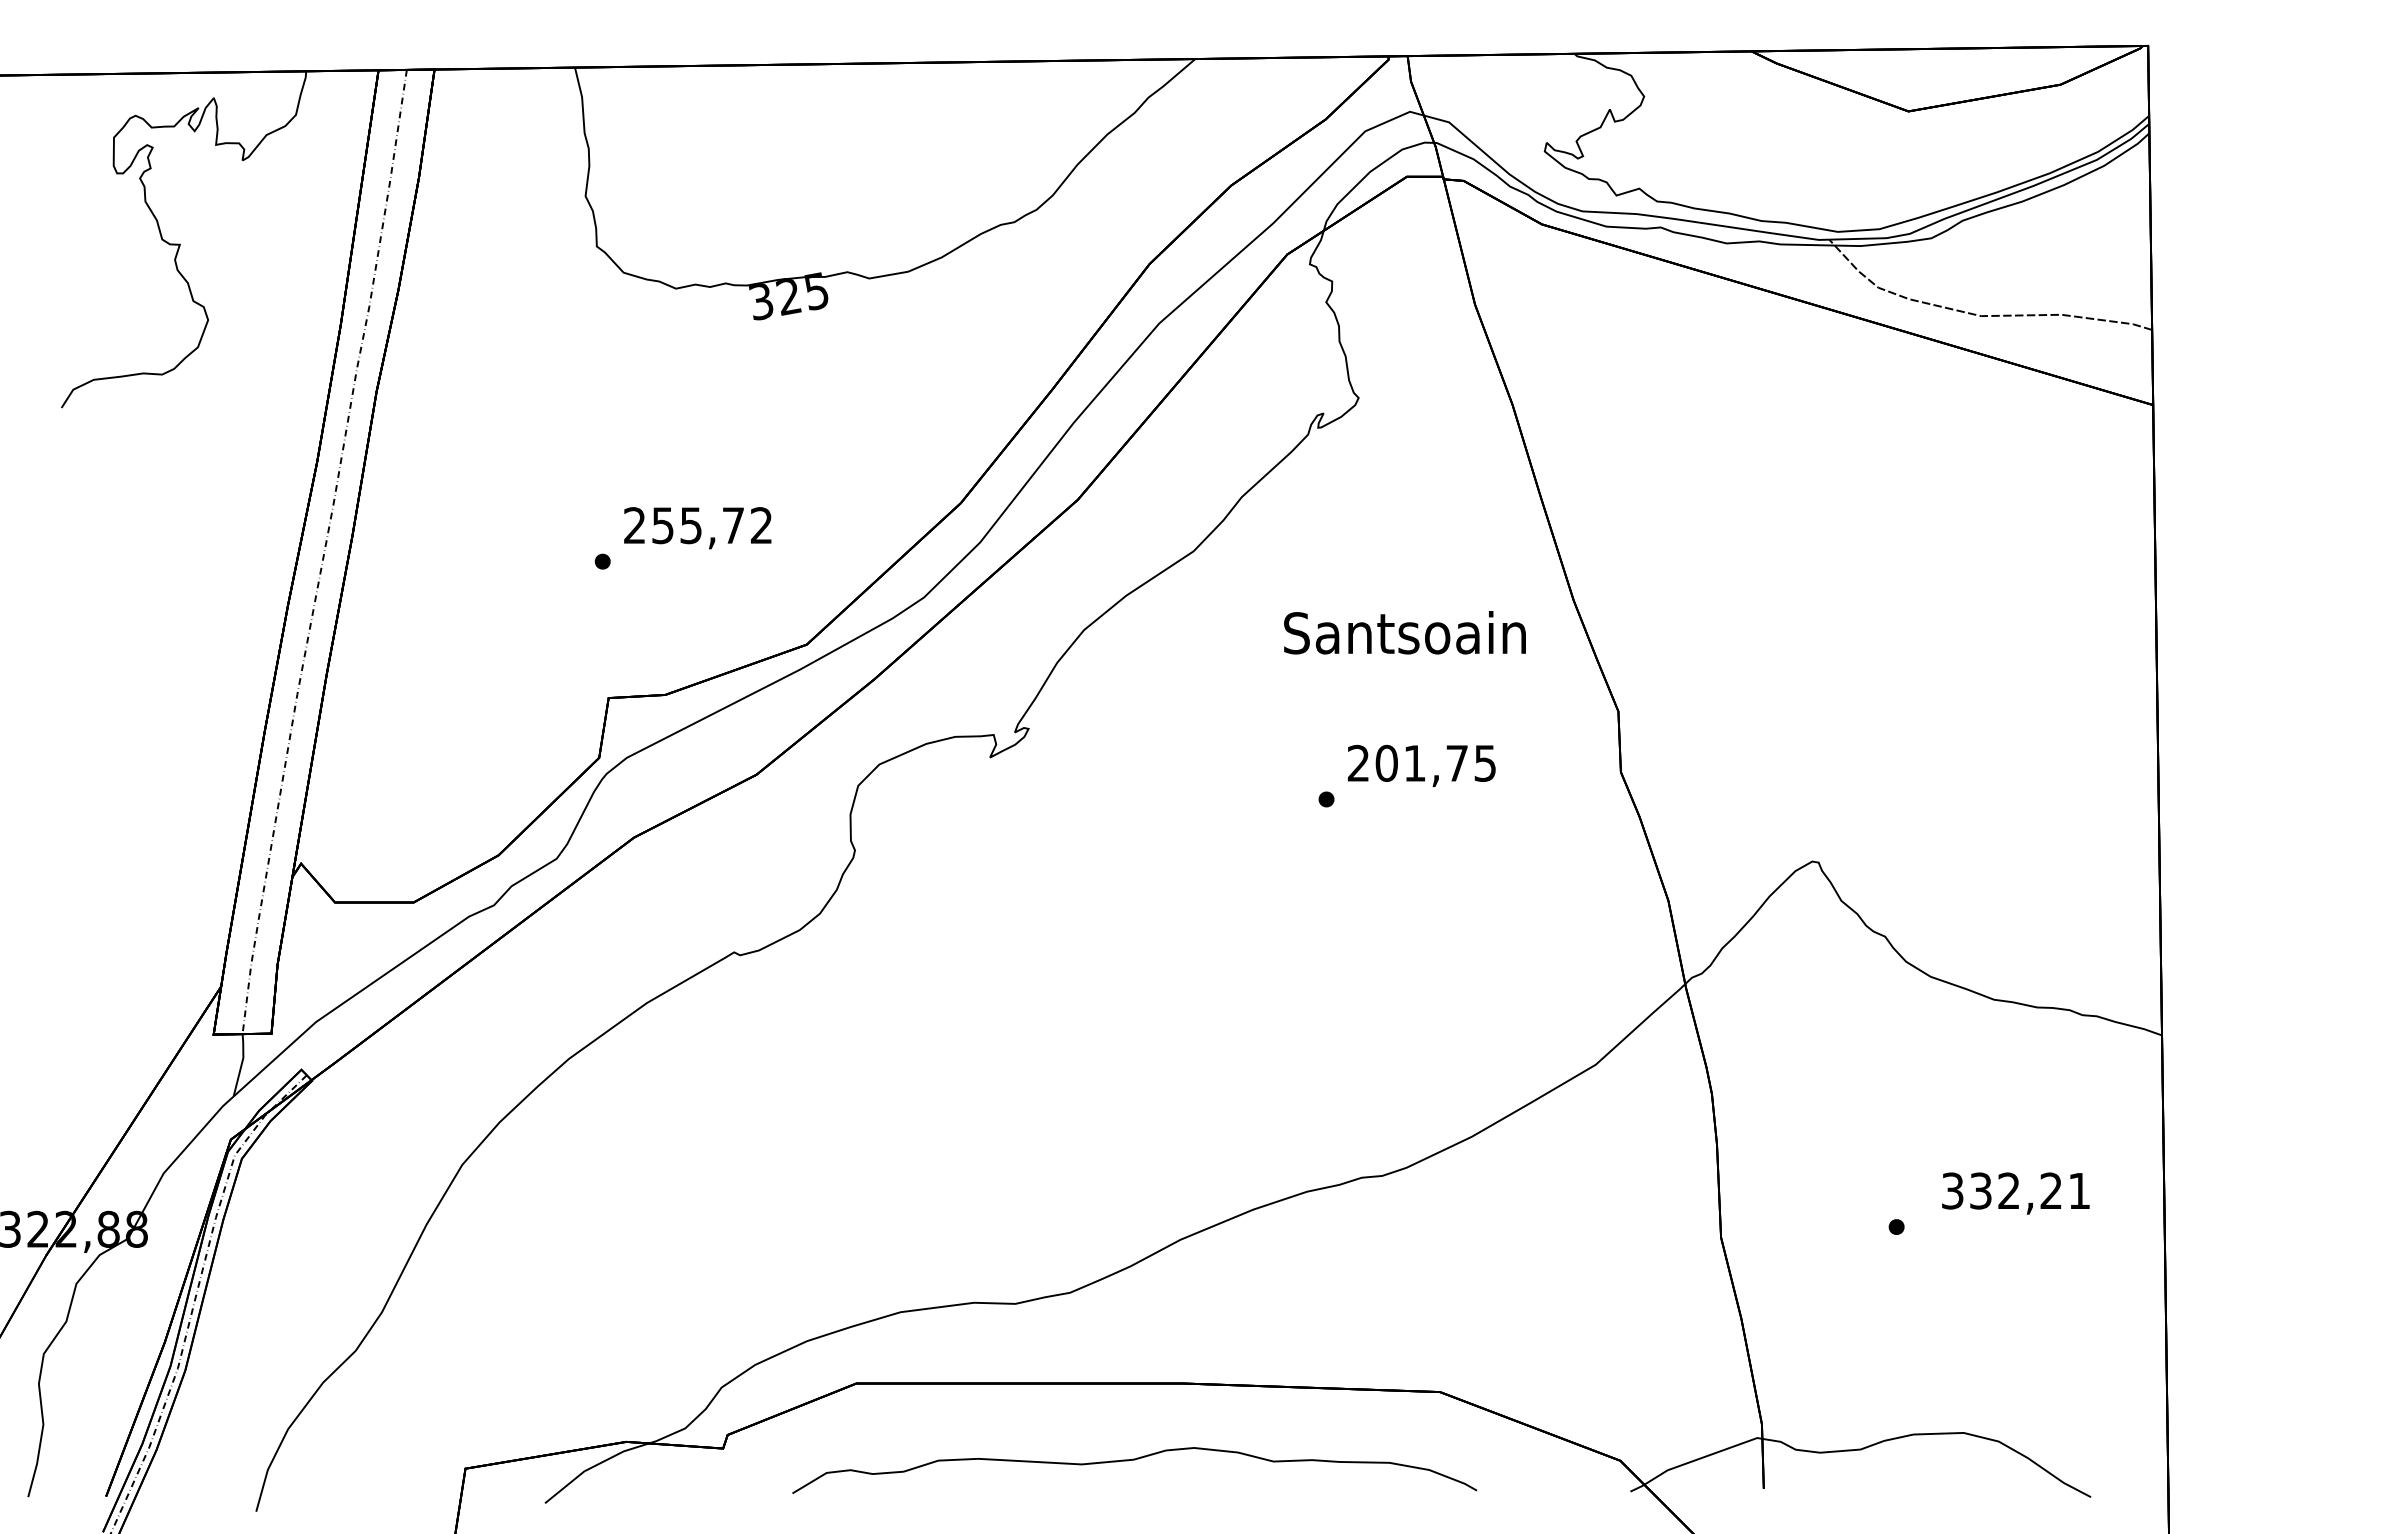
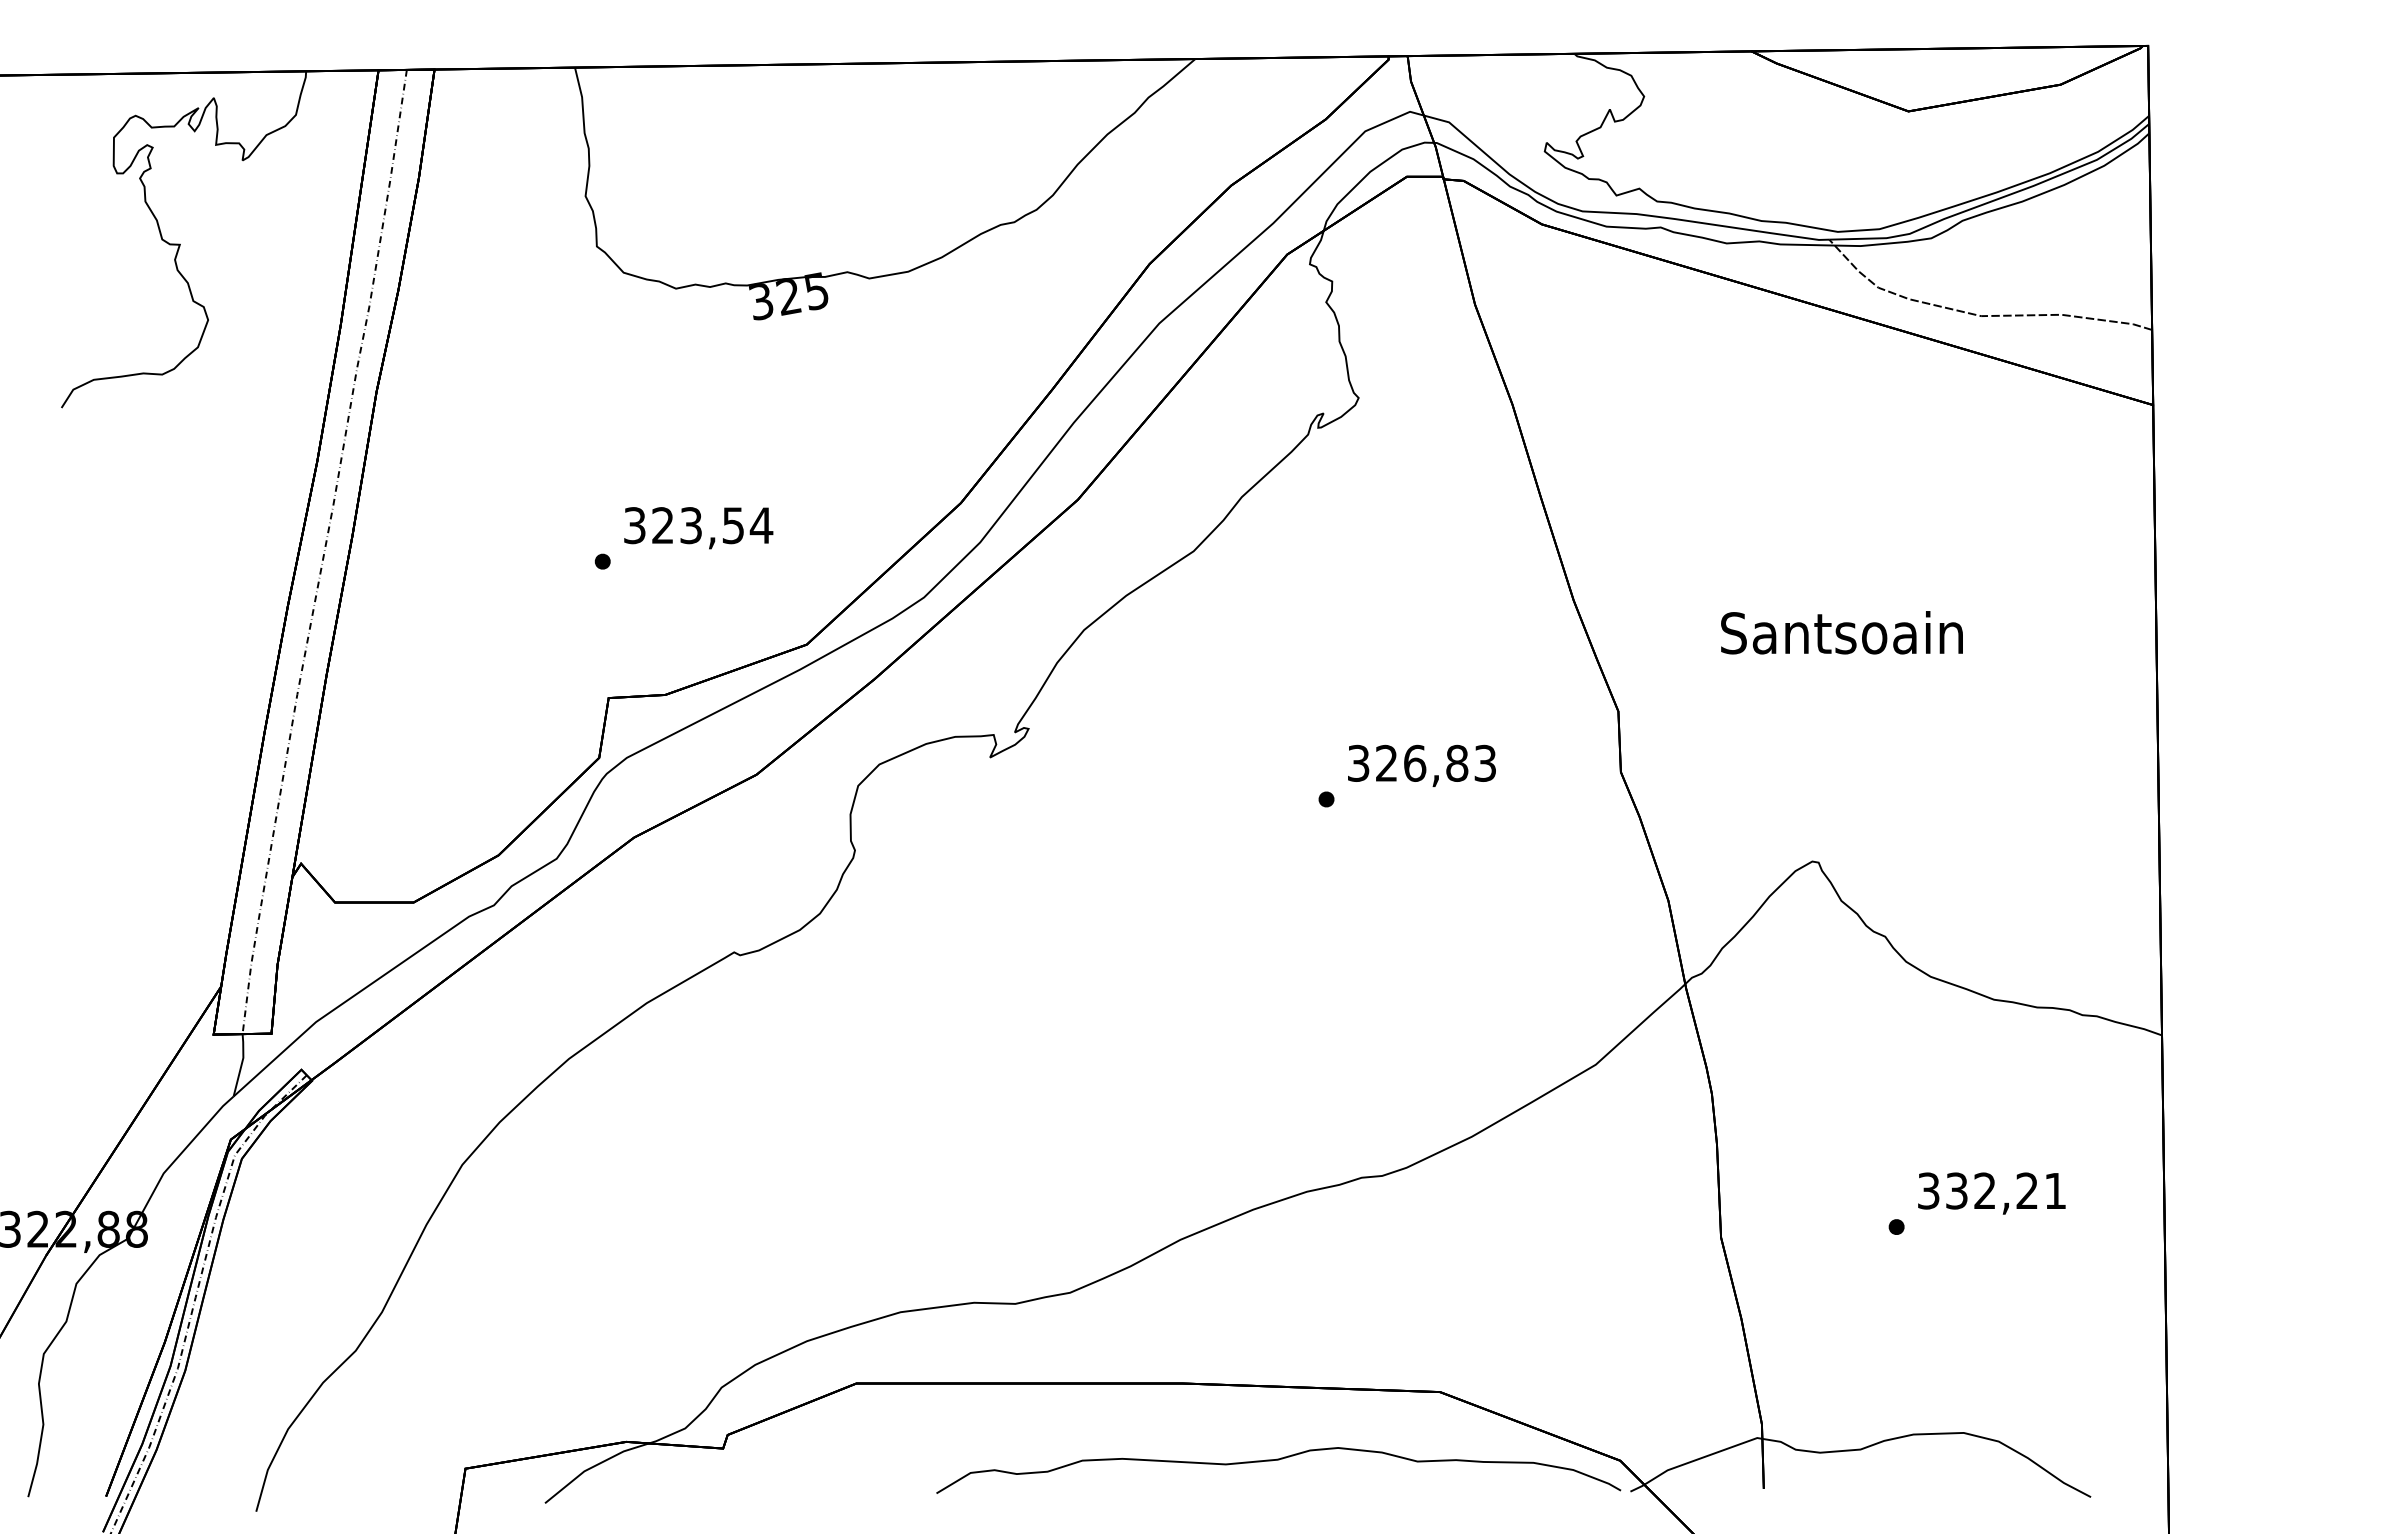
text at (698, 525): 255,72 -> 323,54
text at (1404, 632) position: (1404, 632) -> (1841, 632)
text at (1421, 762): 201,75 -> 326,83
text at (2015, 1193) position: (2015, 1193) -> (1991, 1193)
curve at (1134, 1460) position: (1134, 1460) -> (1278, 1460)
